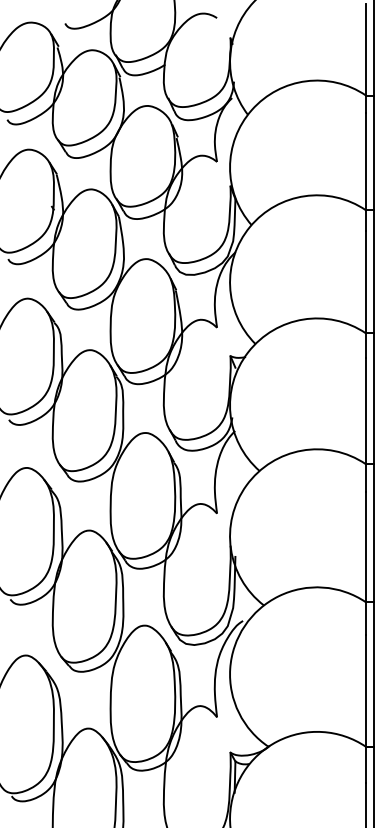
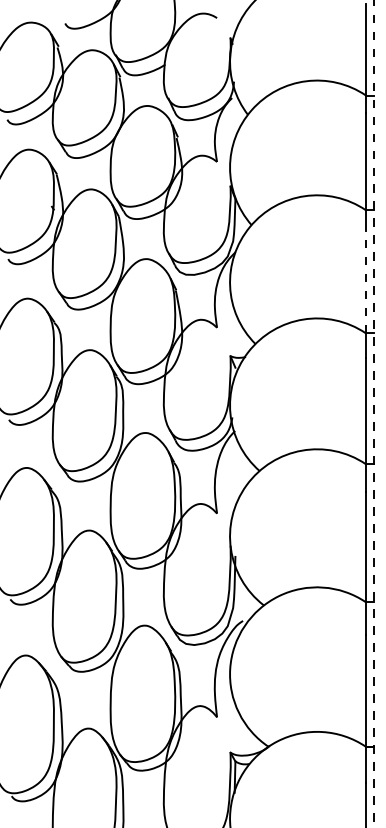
line at (365, 281): solid -> dashed
line at (374, 414): solid -> dashed
